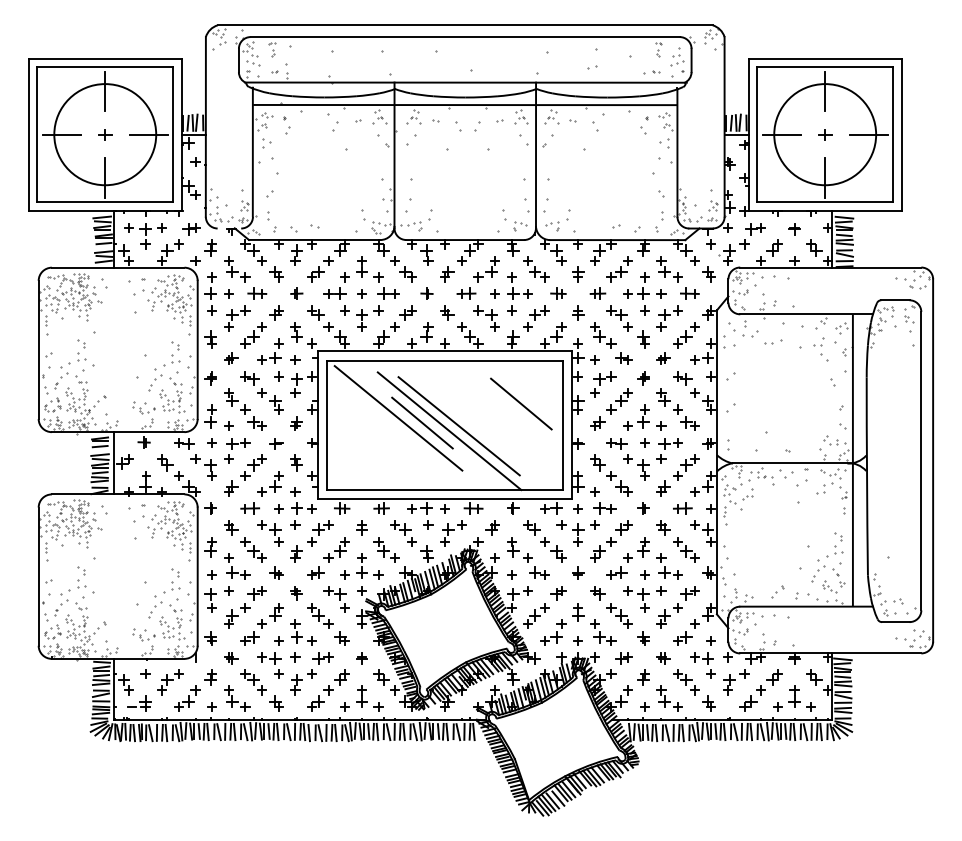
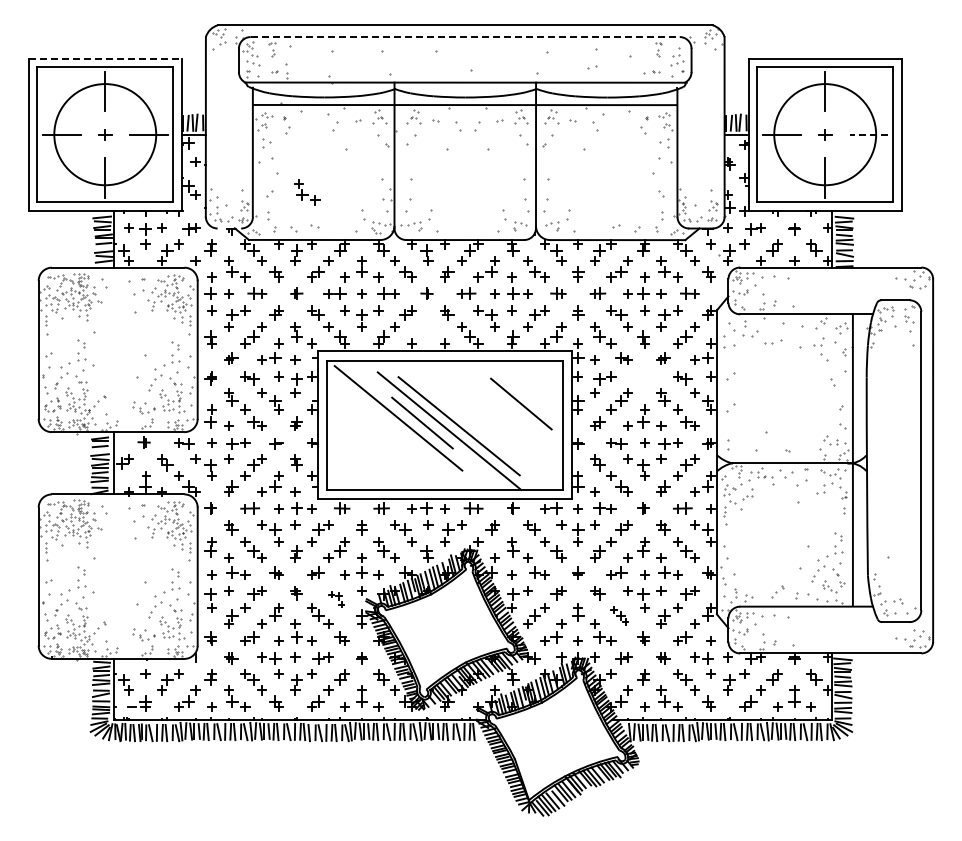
line at (465, 37): solid -> dashed
line at (105, 58): solid -> dashed
line at (868, 134): solid -> dashed
part at (307, 192): none -> present
part at (426, 332): present -> none
part at (643, 378): present -> none
part at (336, 599) size: 27x27 px -> 17x17 px
part at (619, 615) size: 27x26 px -> 19x20 px
